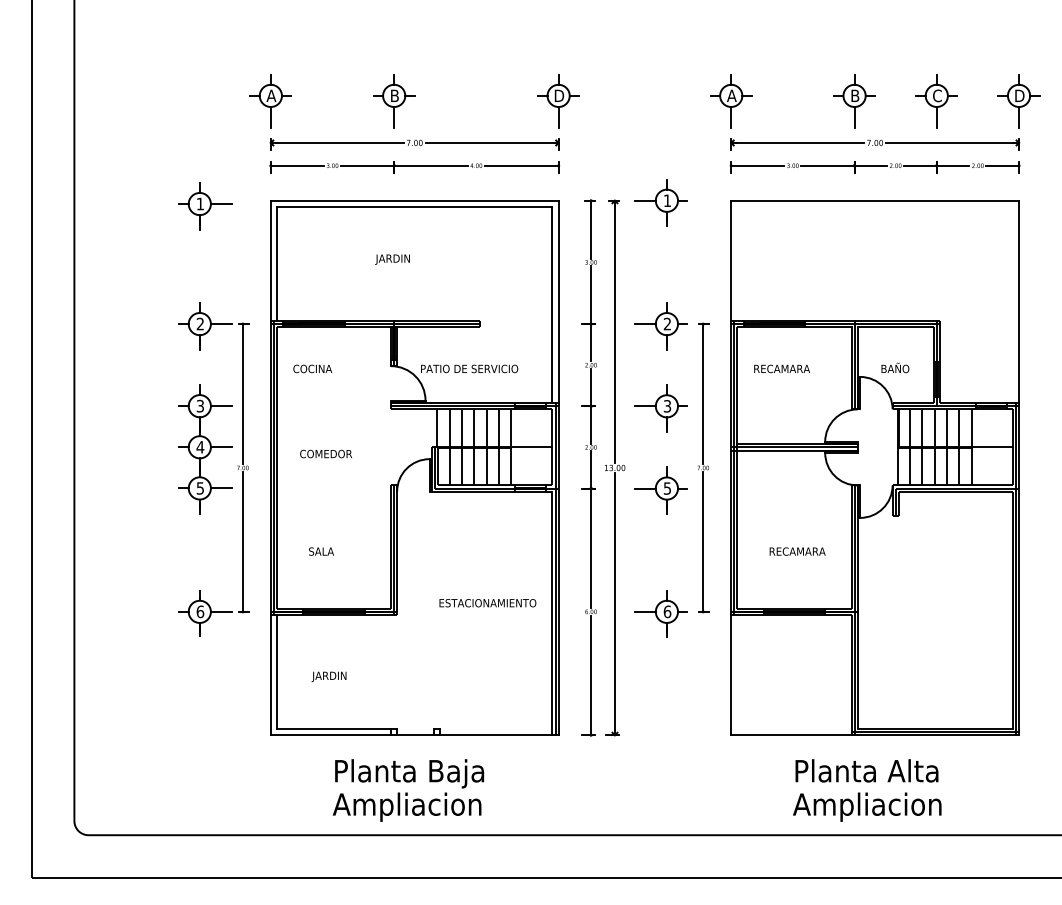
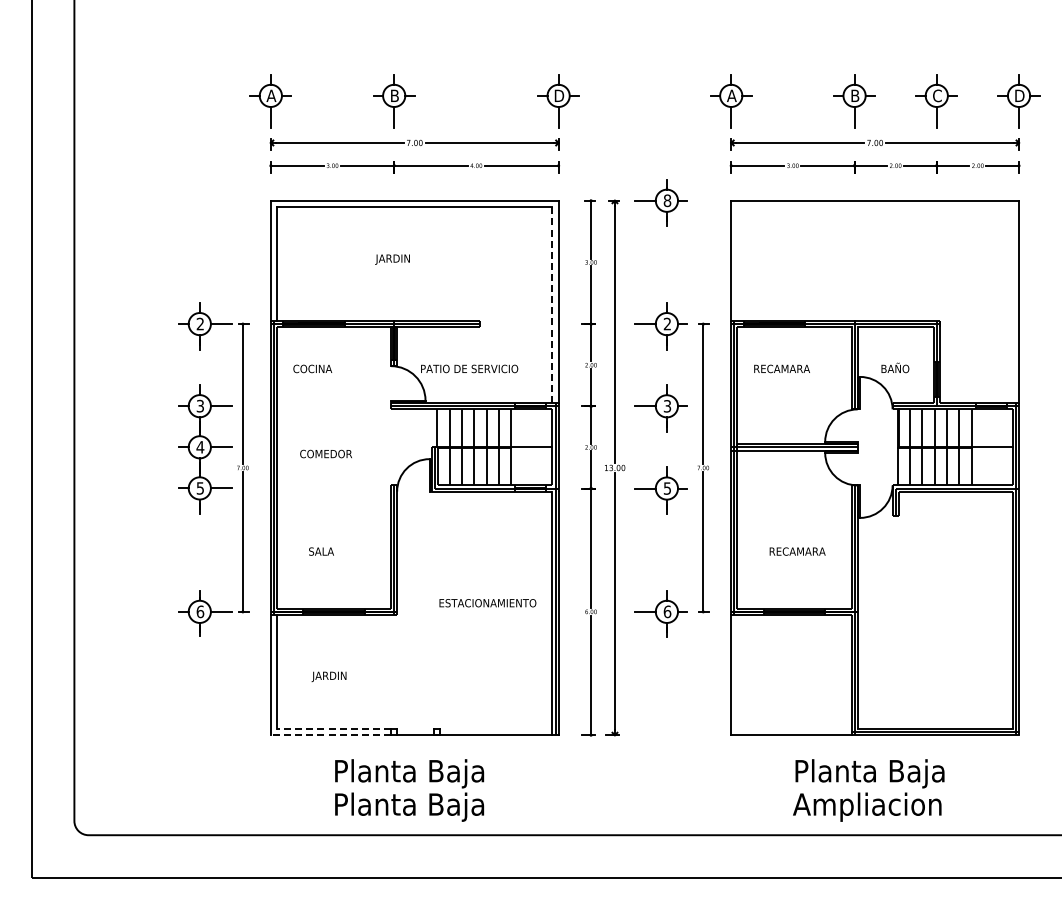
text at (667, 200): 1 -> 8
part at (205, 206): present -> none
line at (552, 304): solid -> dashed
line at (333, 729): solid -> dashed
line at (330, 735): solid -> dashed
text at (915, 773): Planta Alta -> Planta Baja
text at (408, 806): Ampliacion -> Planta Baja
